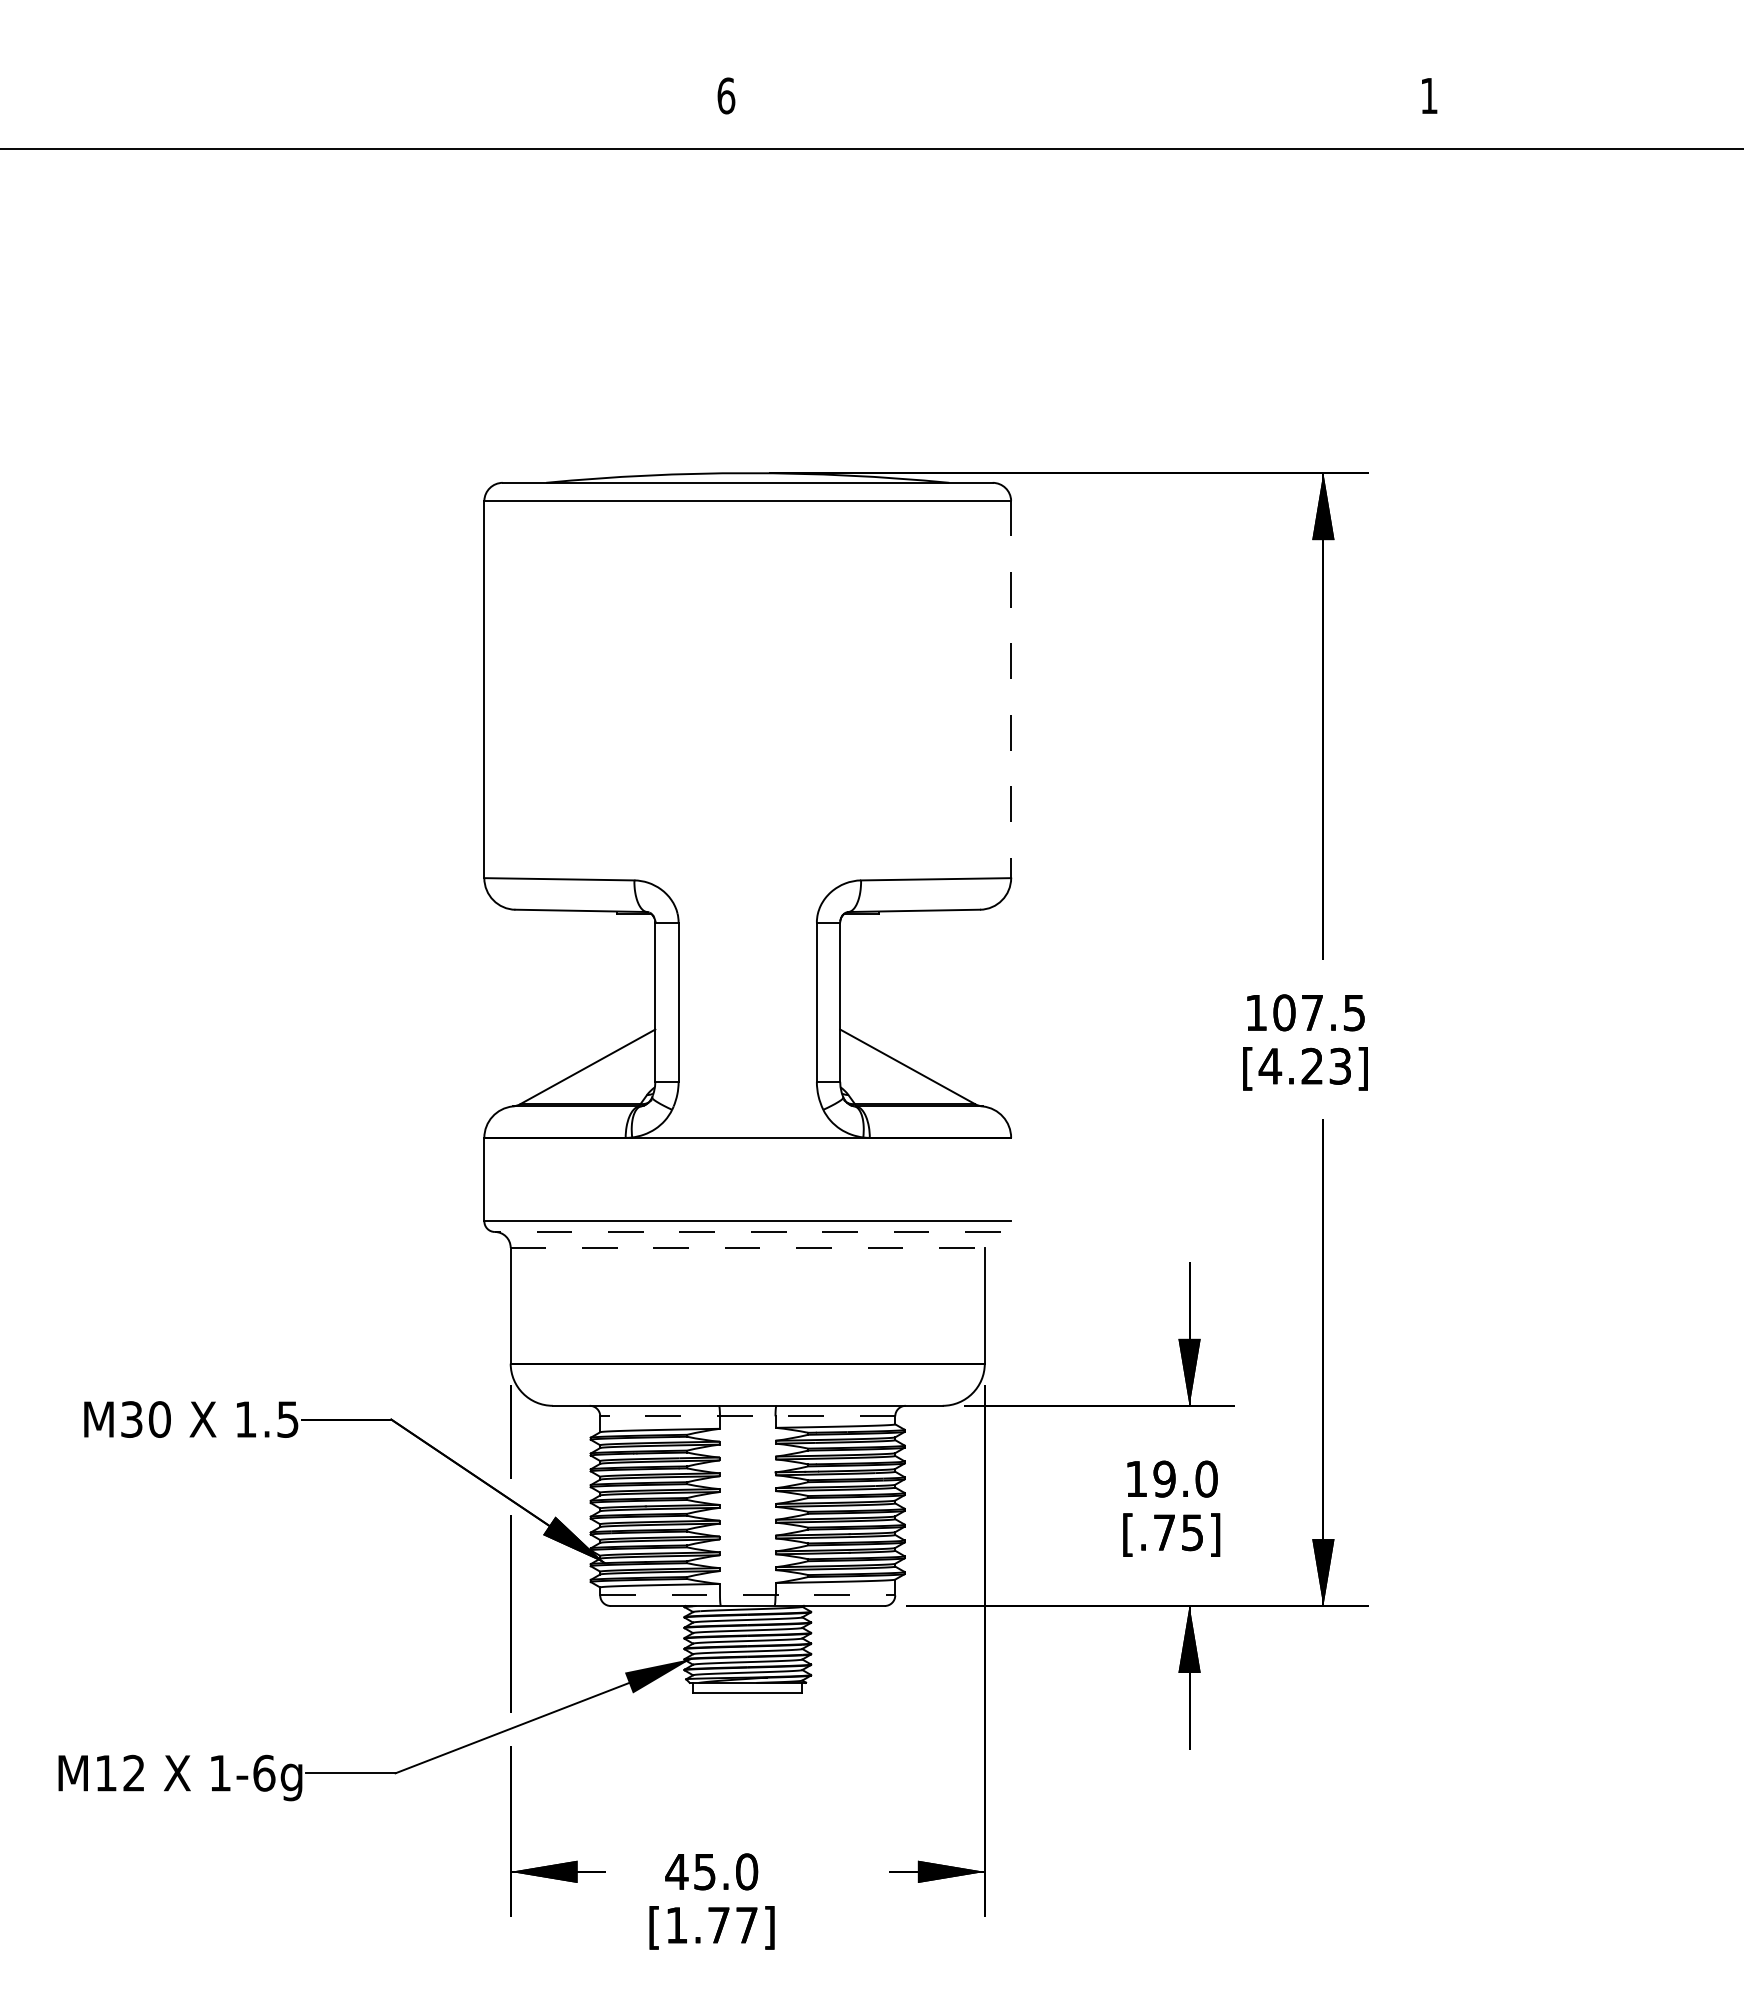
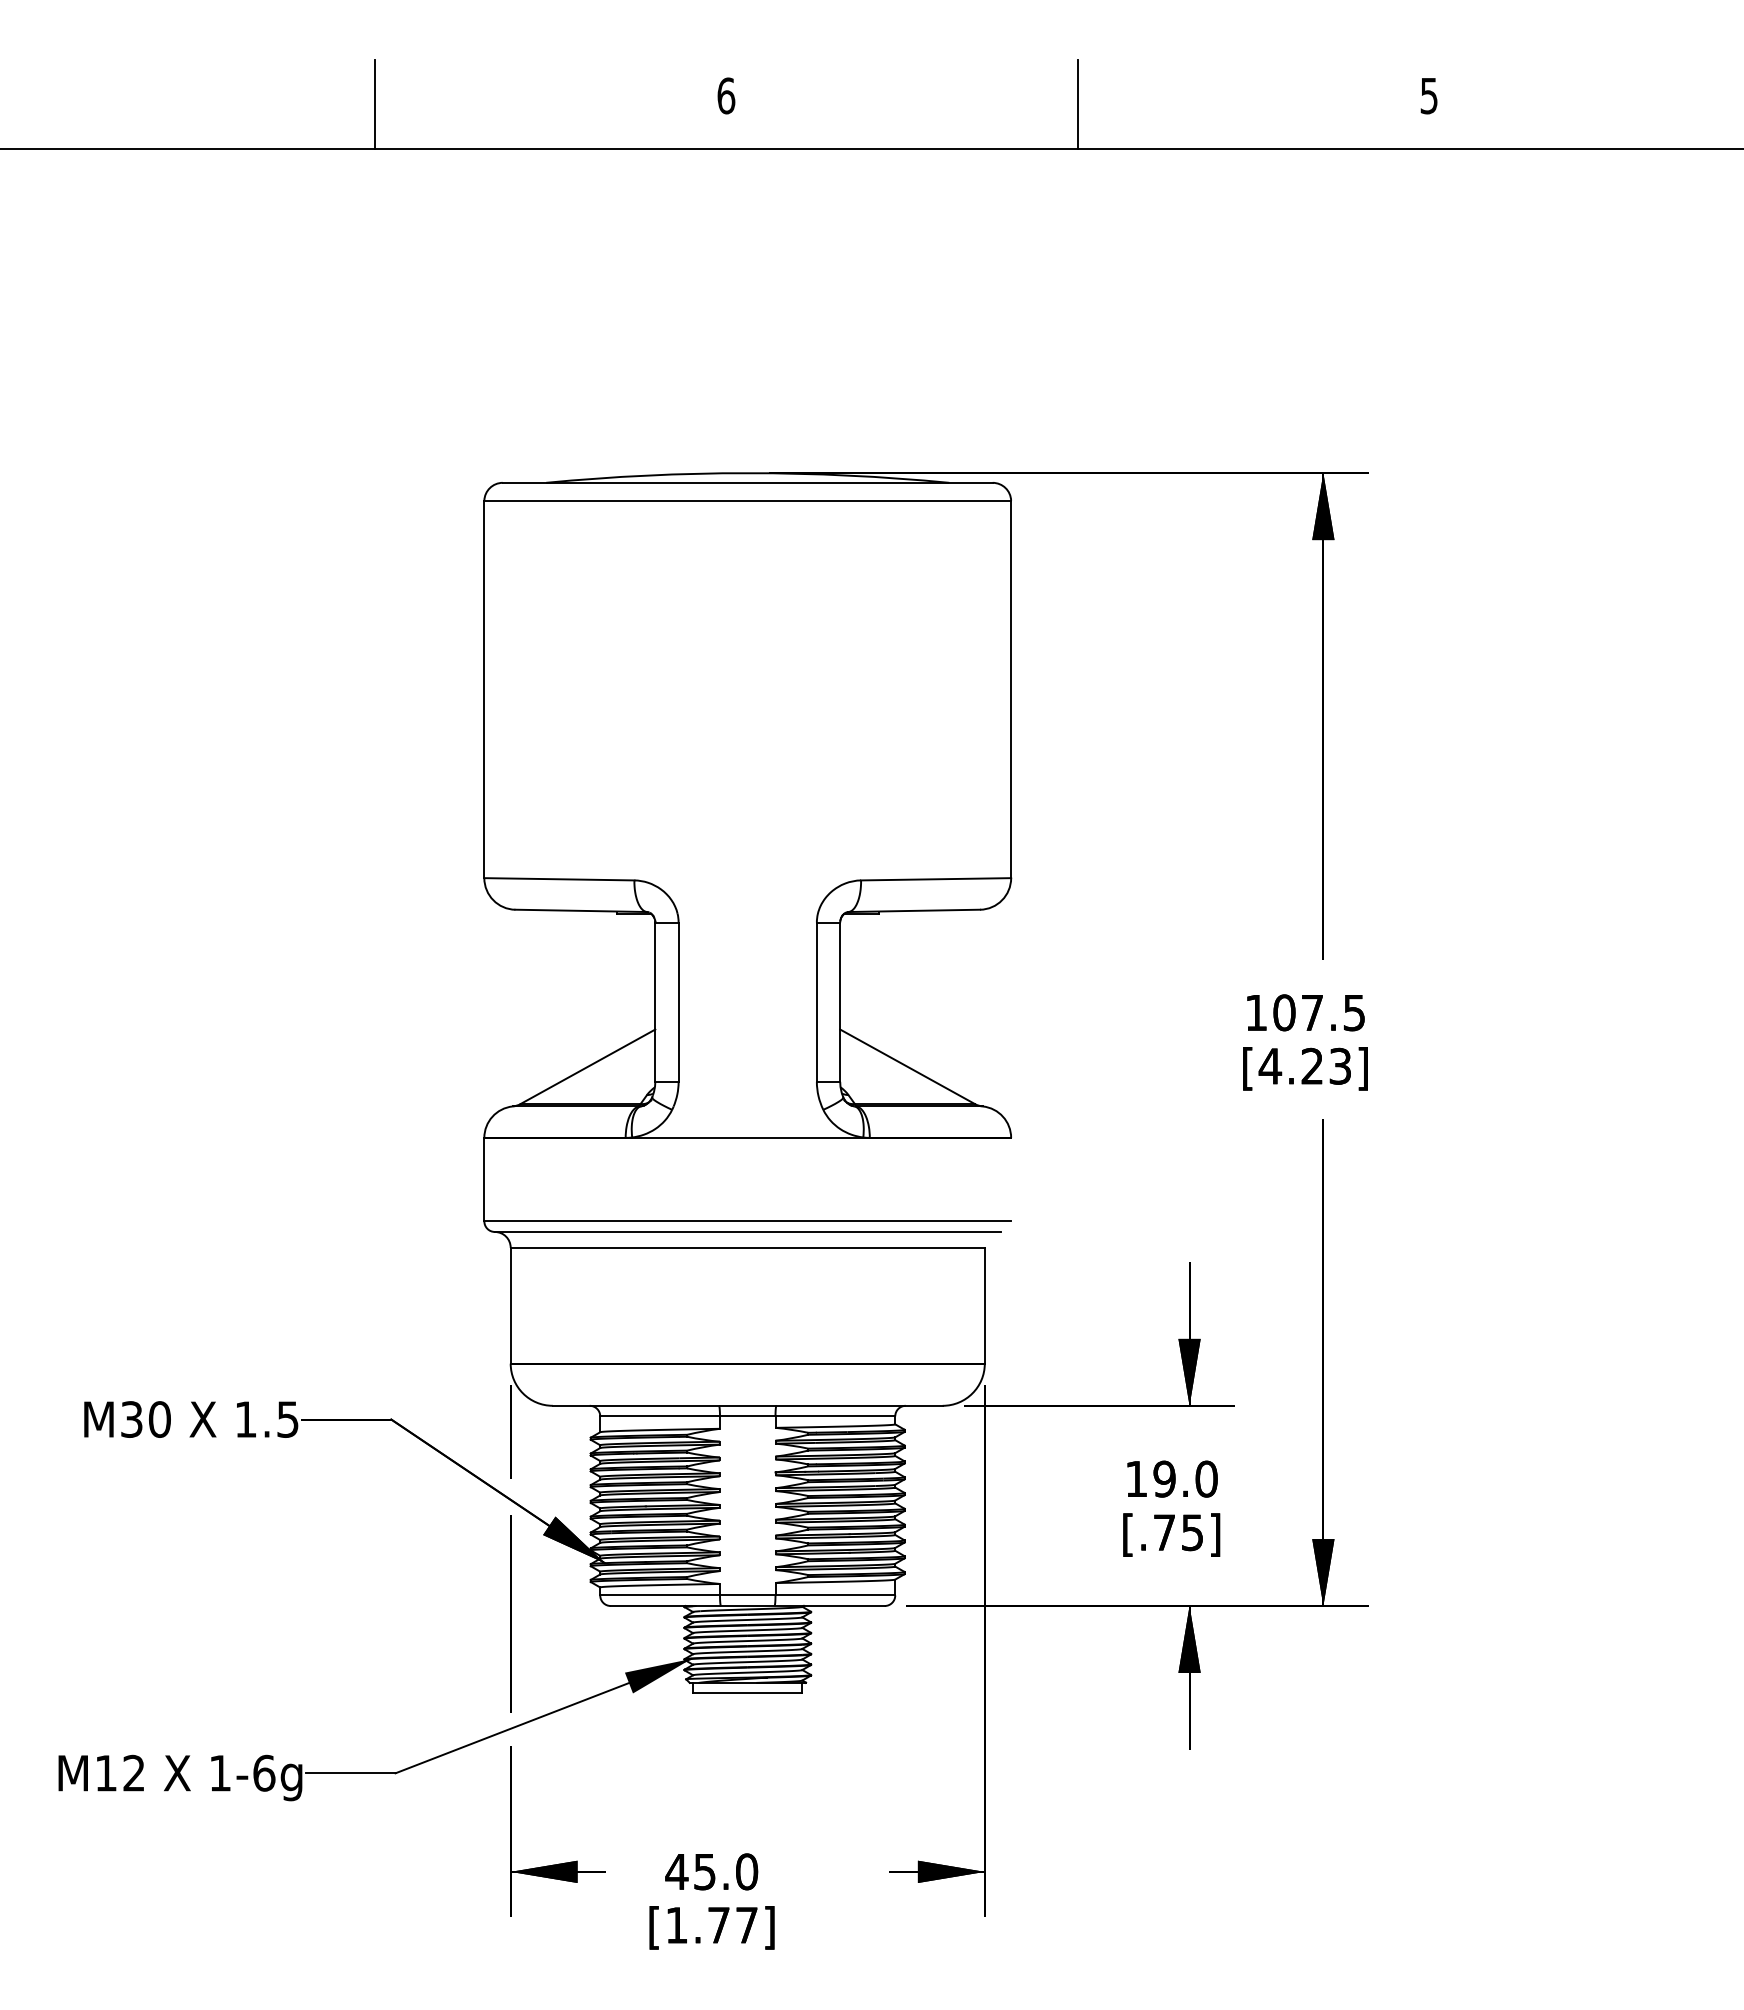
text at (1428, 96): 1 -> 5
line at (374, 104): none -> present
line at (1077, 104): none -> present
line at (1011, 689): dashed -> solid
line at (747, 1231): dashed -> solid
line at (748, 1247): dashed -> solid
line at (747, 1416): dashed -> solid
line at (747, 1595): dashed -> solid
